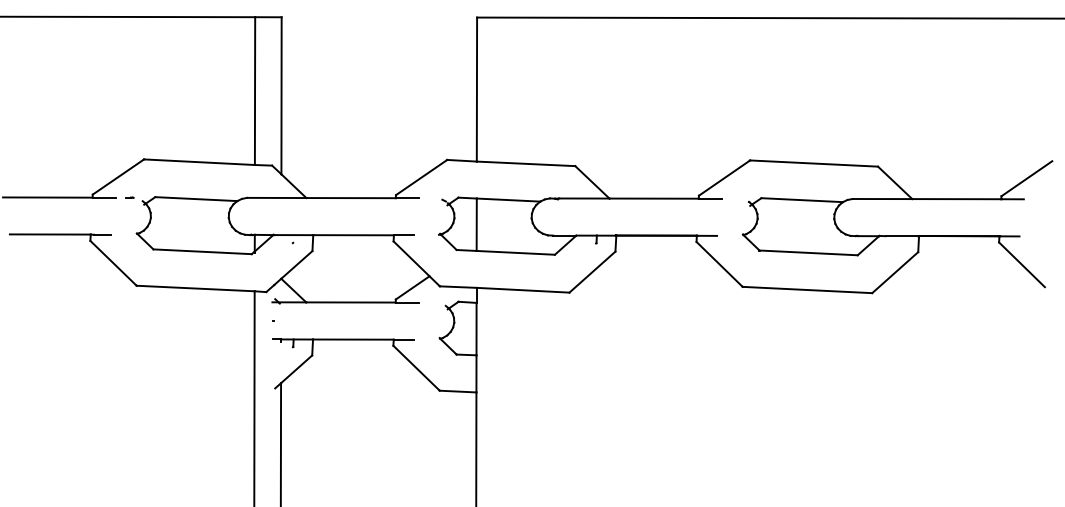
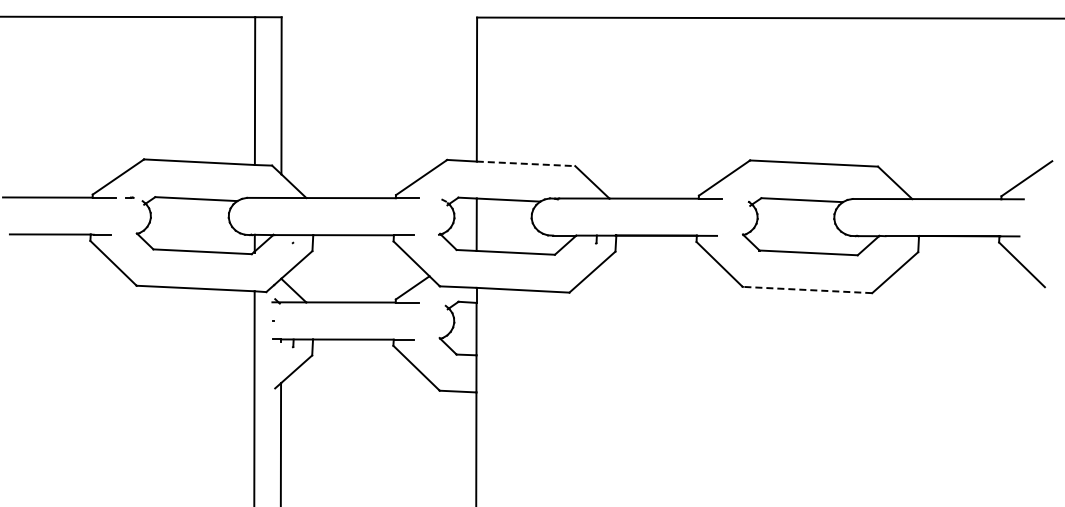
line at (526, 163): solid -> dashed
line at (807, 290): solid -> dashed
